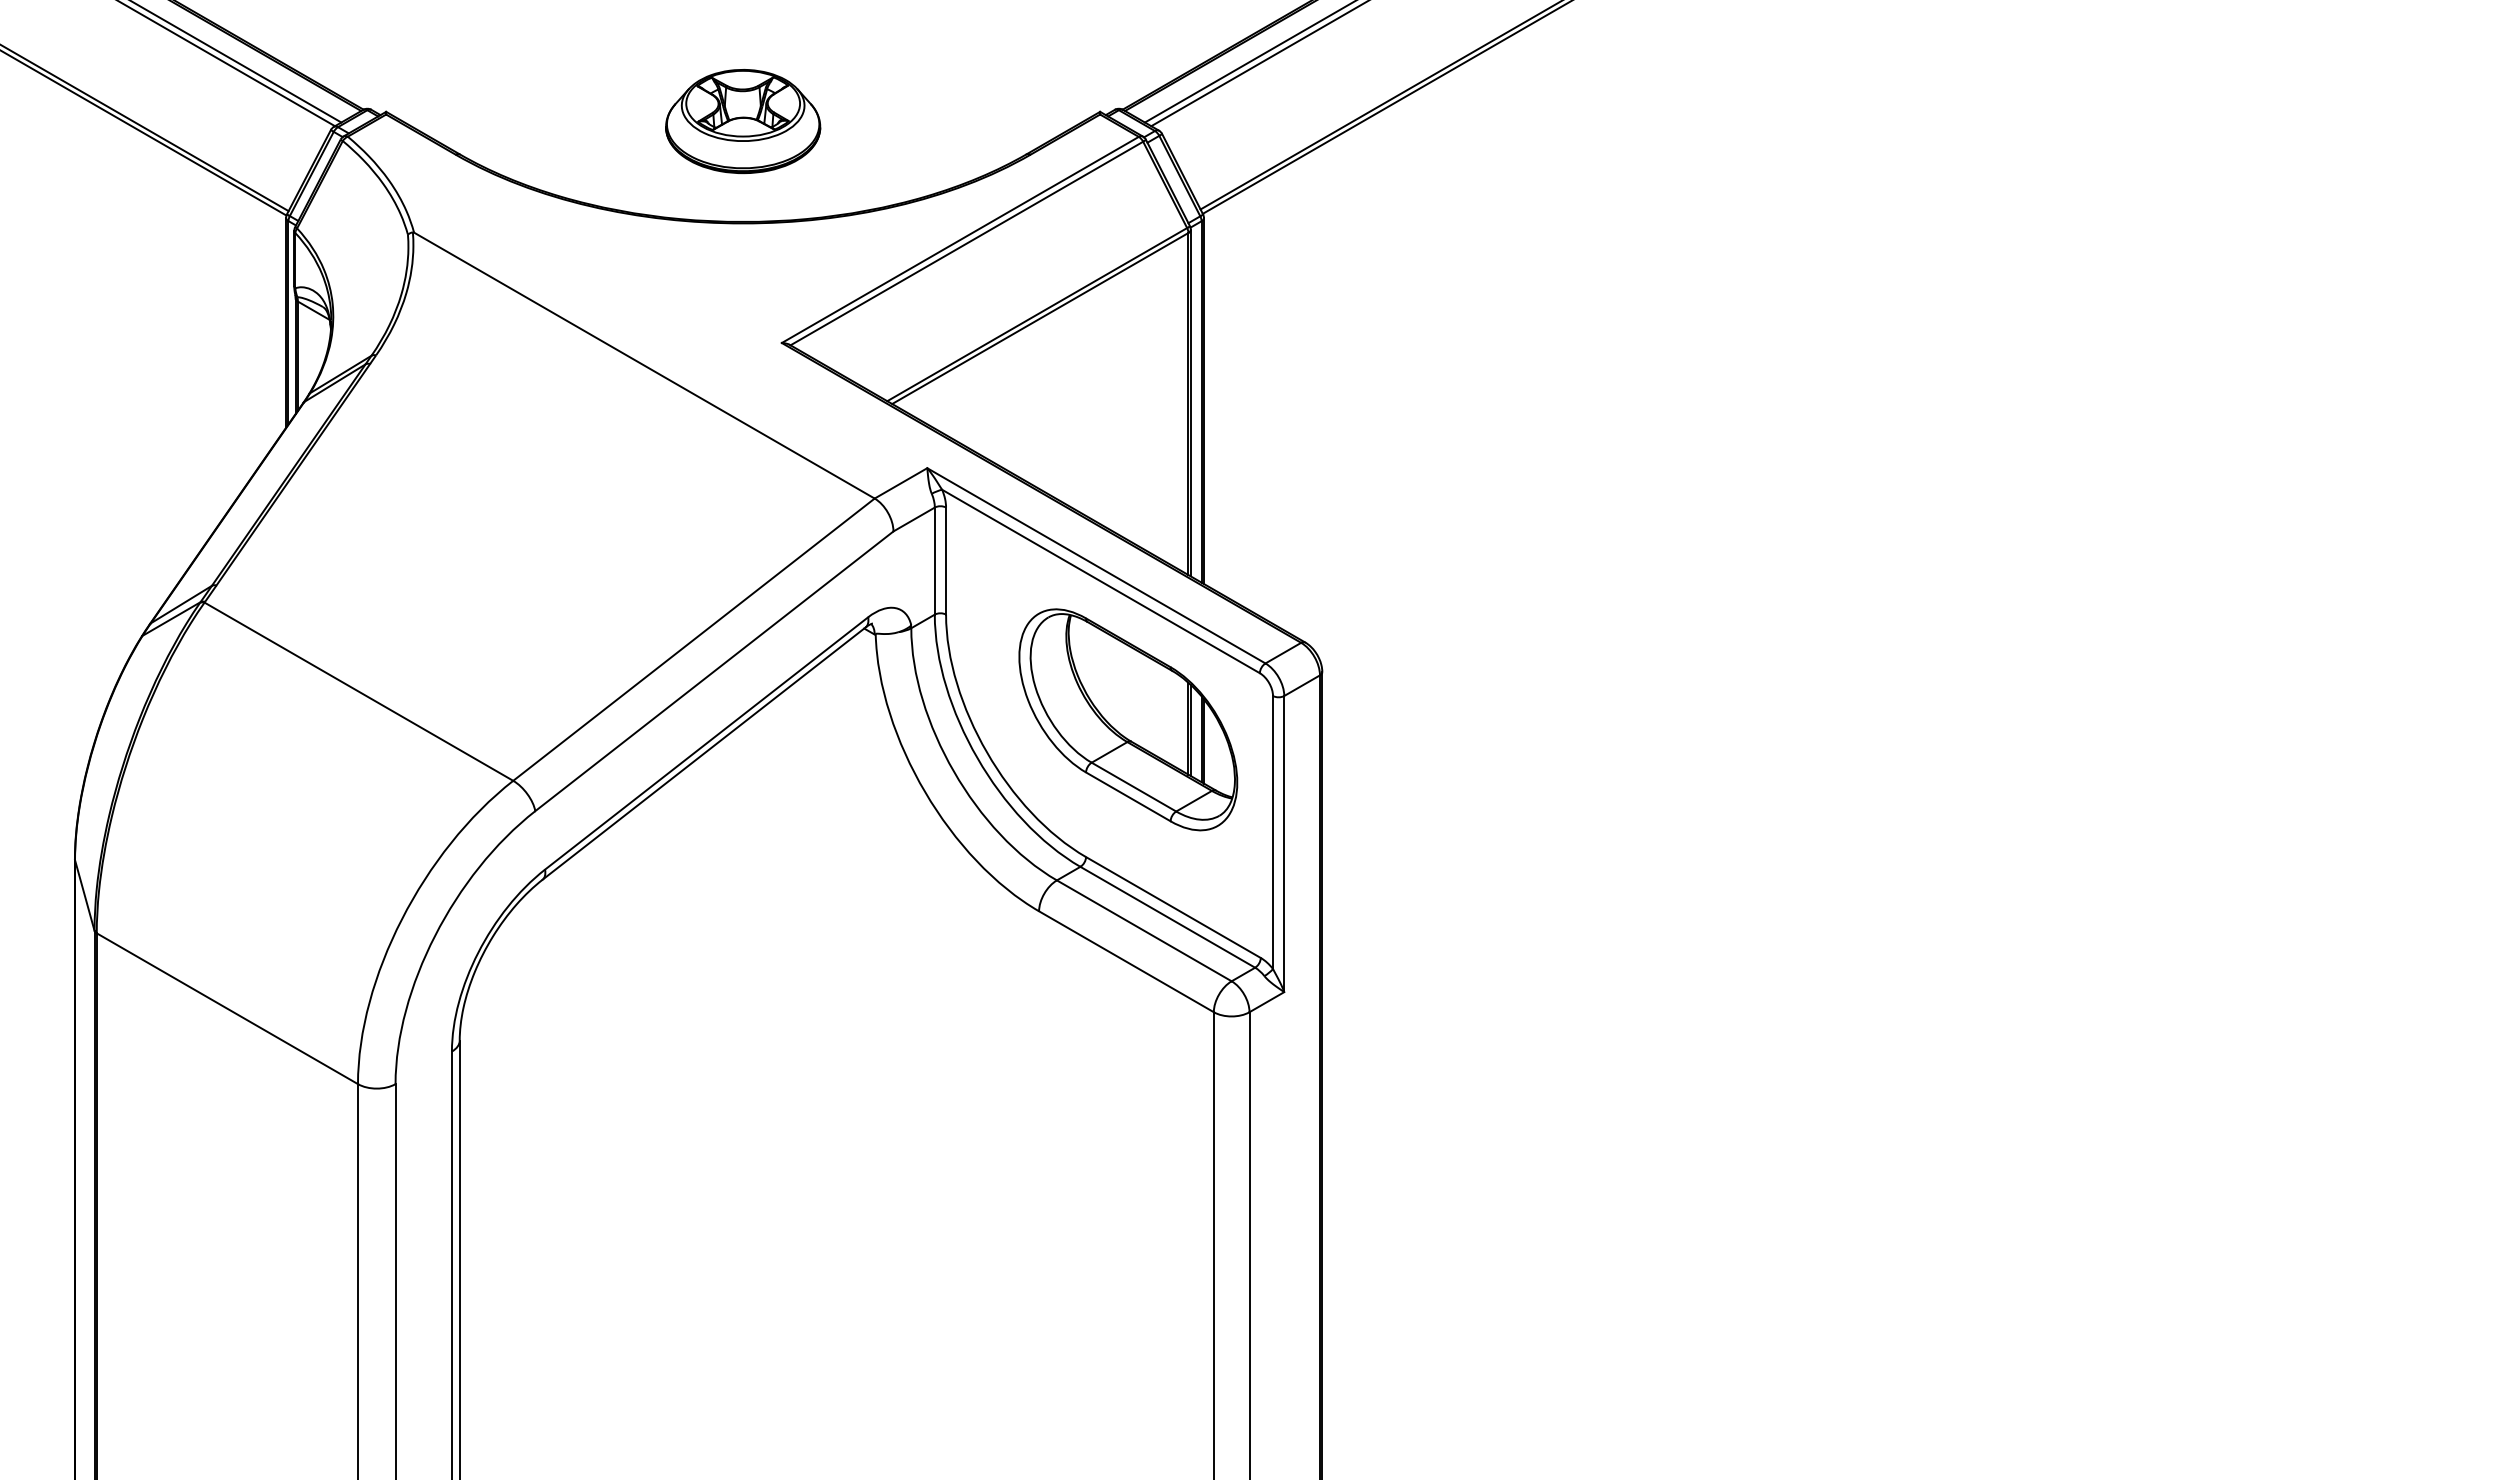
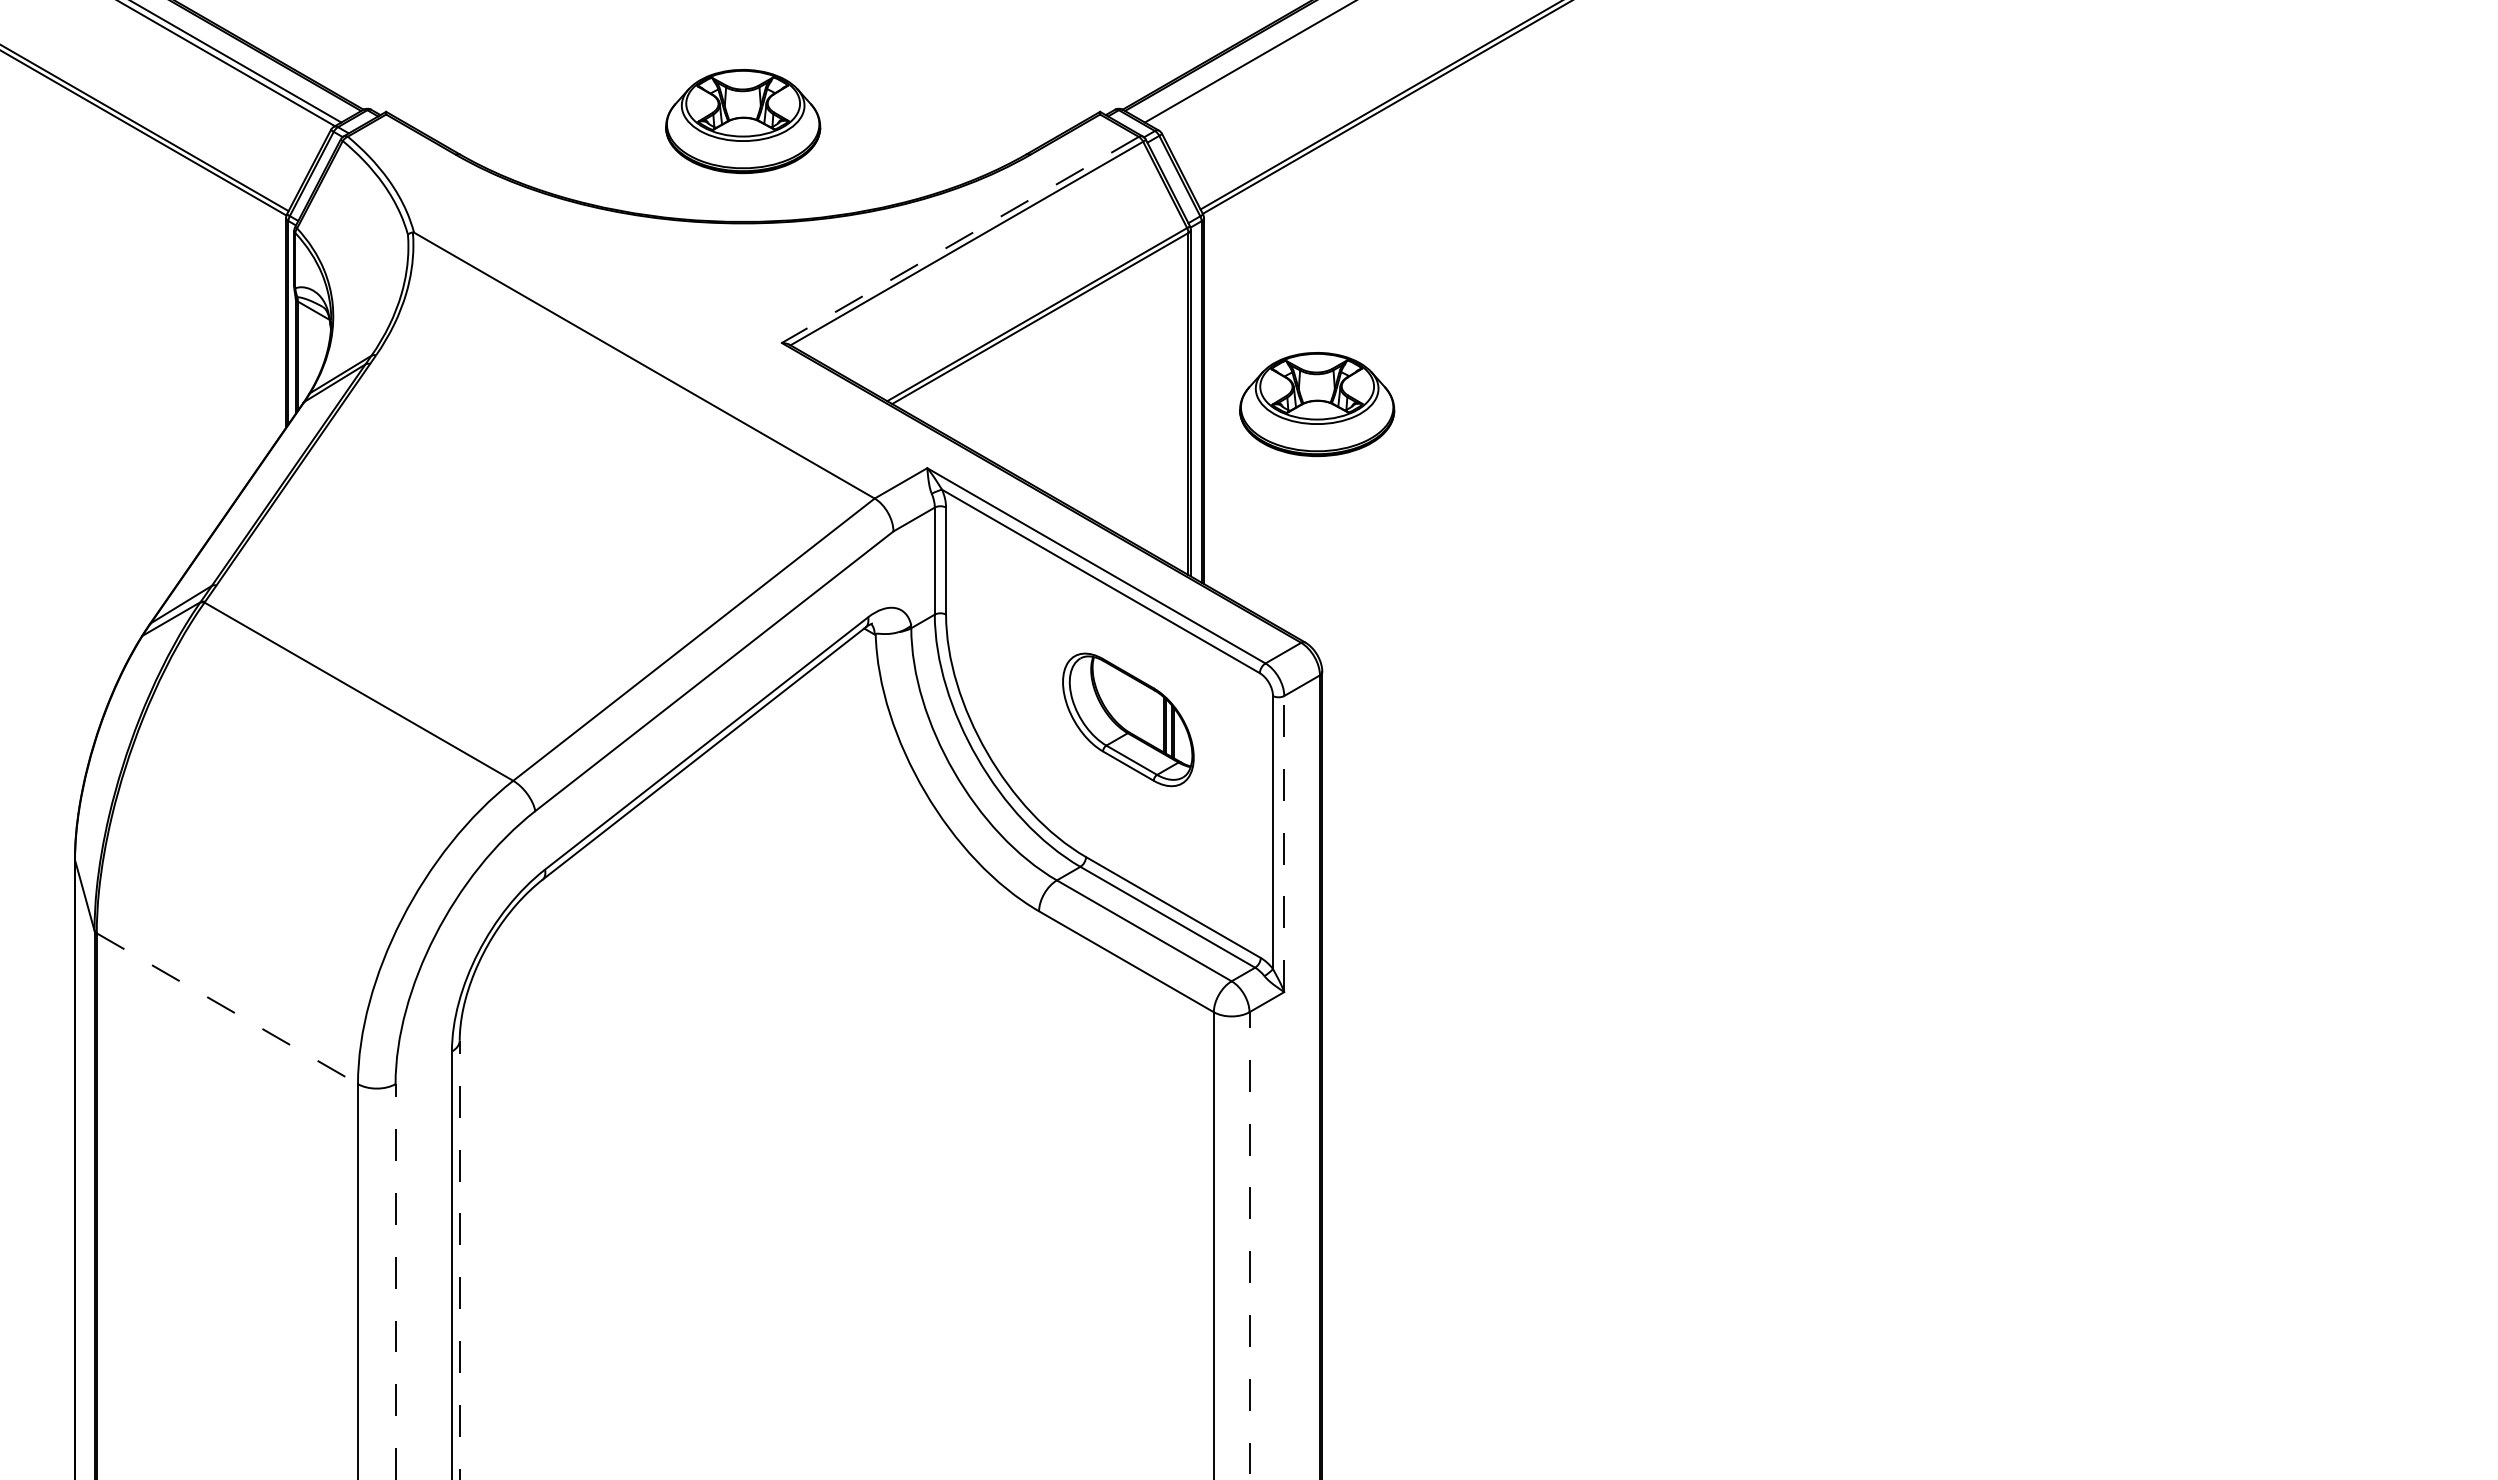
line at (1258, 64): present -> none
line at (959, 240): solid -> dashed
part at (1317, 404): none -> present
part at (1128, 719) size: 221x224 px -> 133x136 px
line at (1284, 843): solid -> dashed
line at (227, 1008): solid -> dashed
line at (1249, 1245): solid -> dashed
line at (459, 1259): solid -> dashed
line at (395, 1281): solid -> dashed
